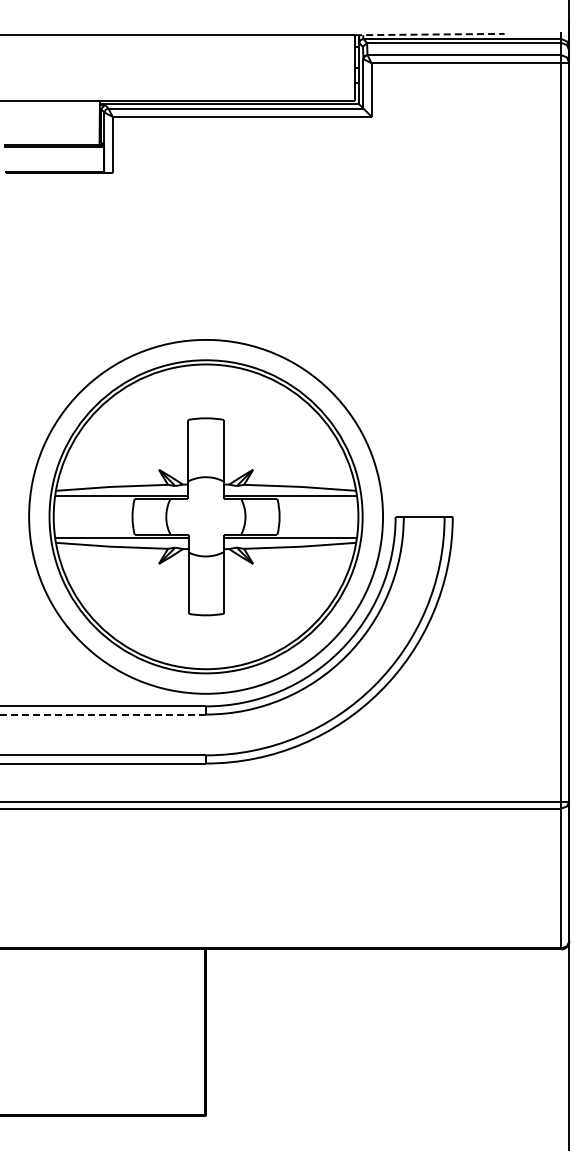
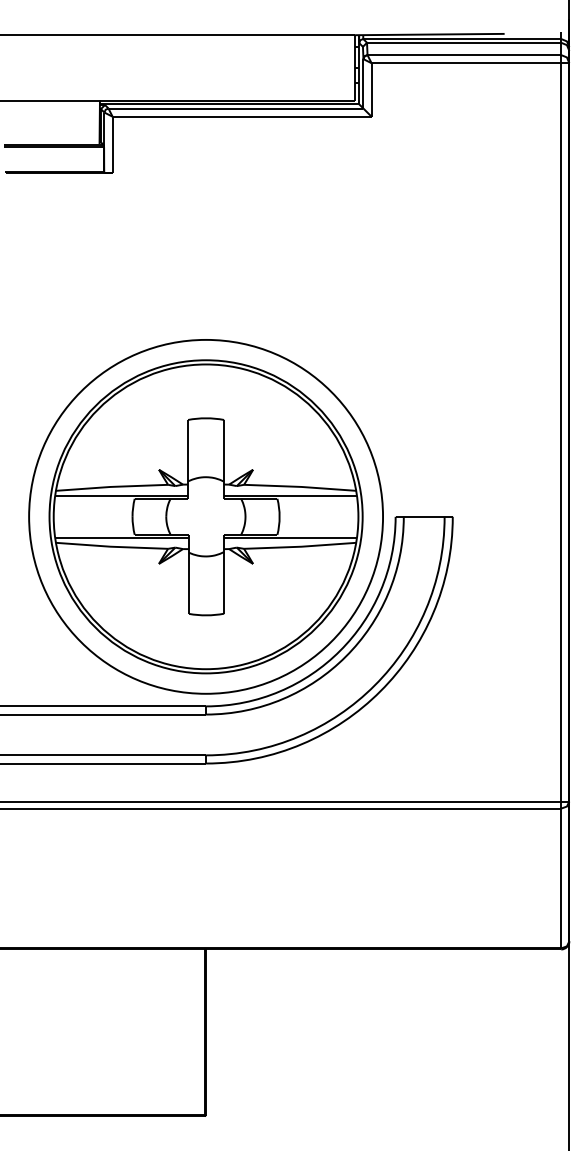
line at (429, 34): dashed -> solid
line at (103, 714): dashed -> solid
